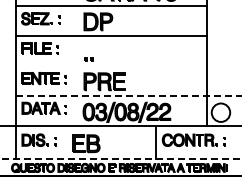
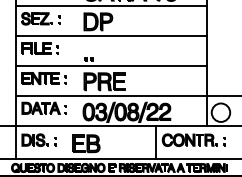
line at (111, 65): none -> present
line at (128, 95): dashed -> solid
line at (121, 159): dashed -> solid
